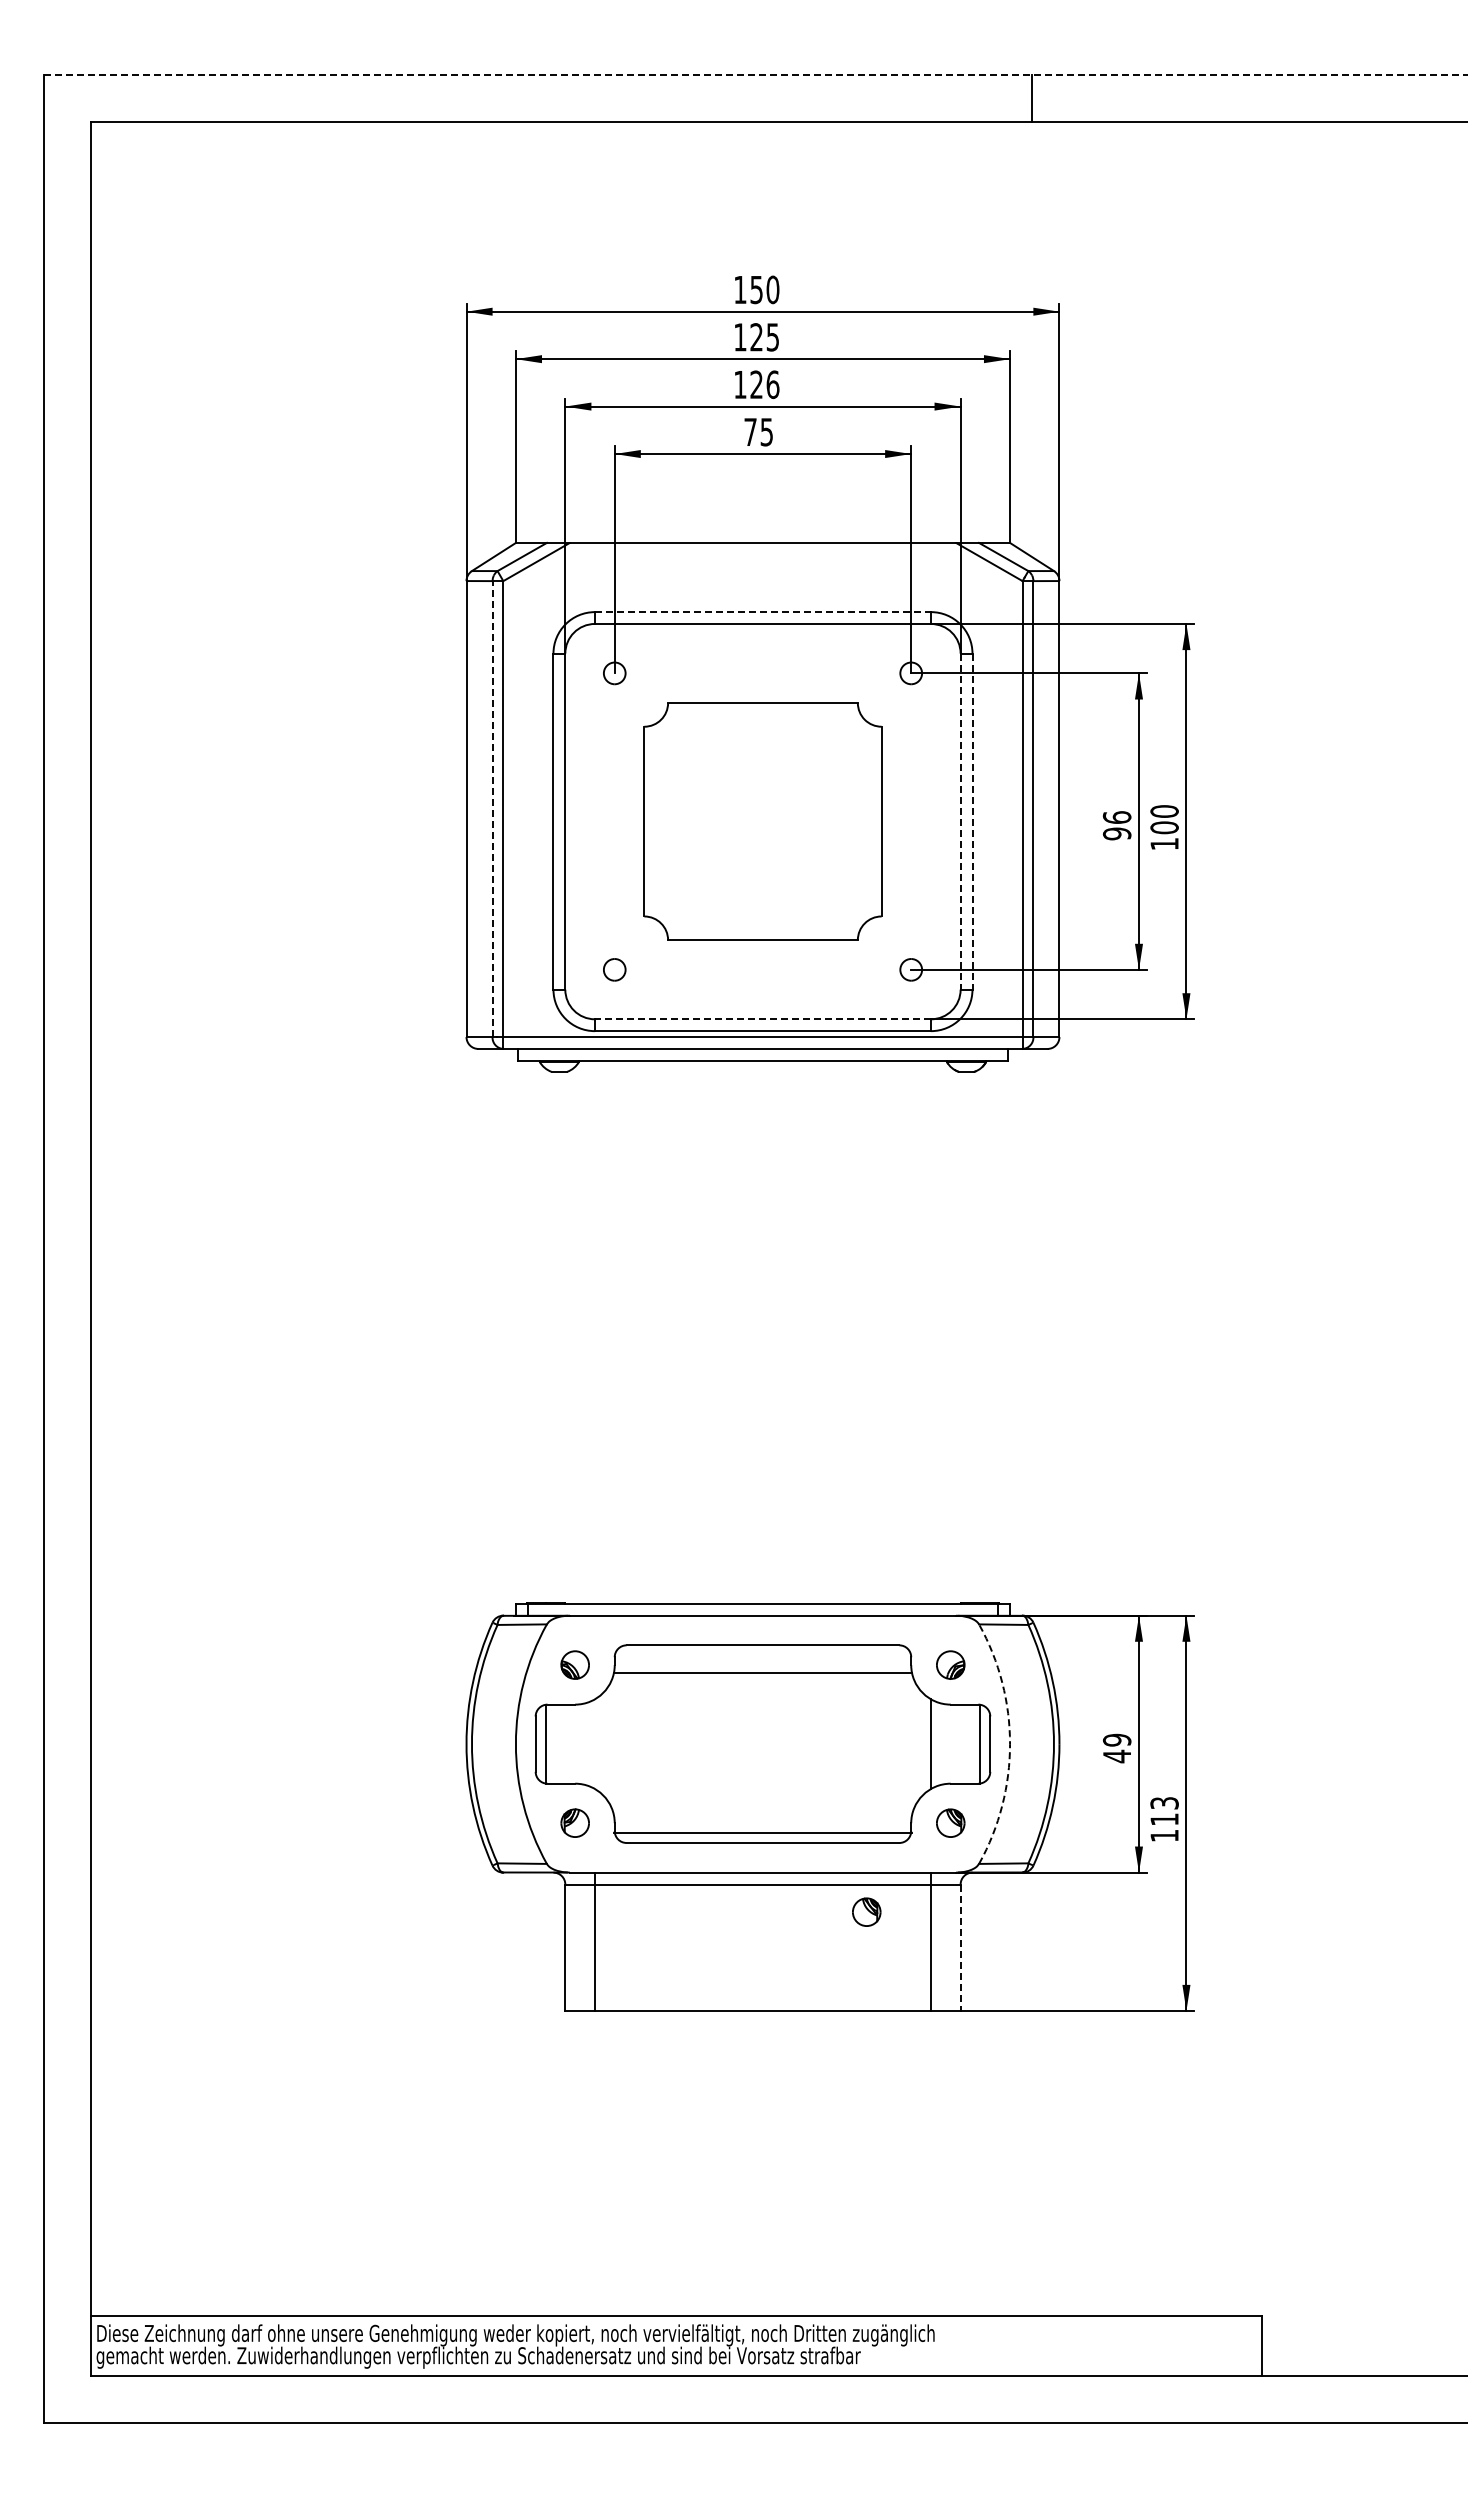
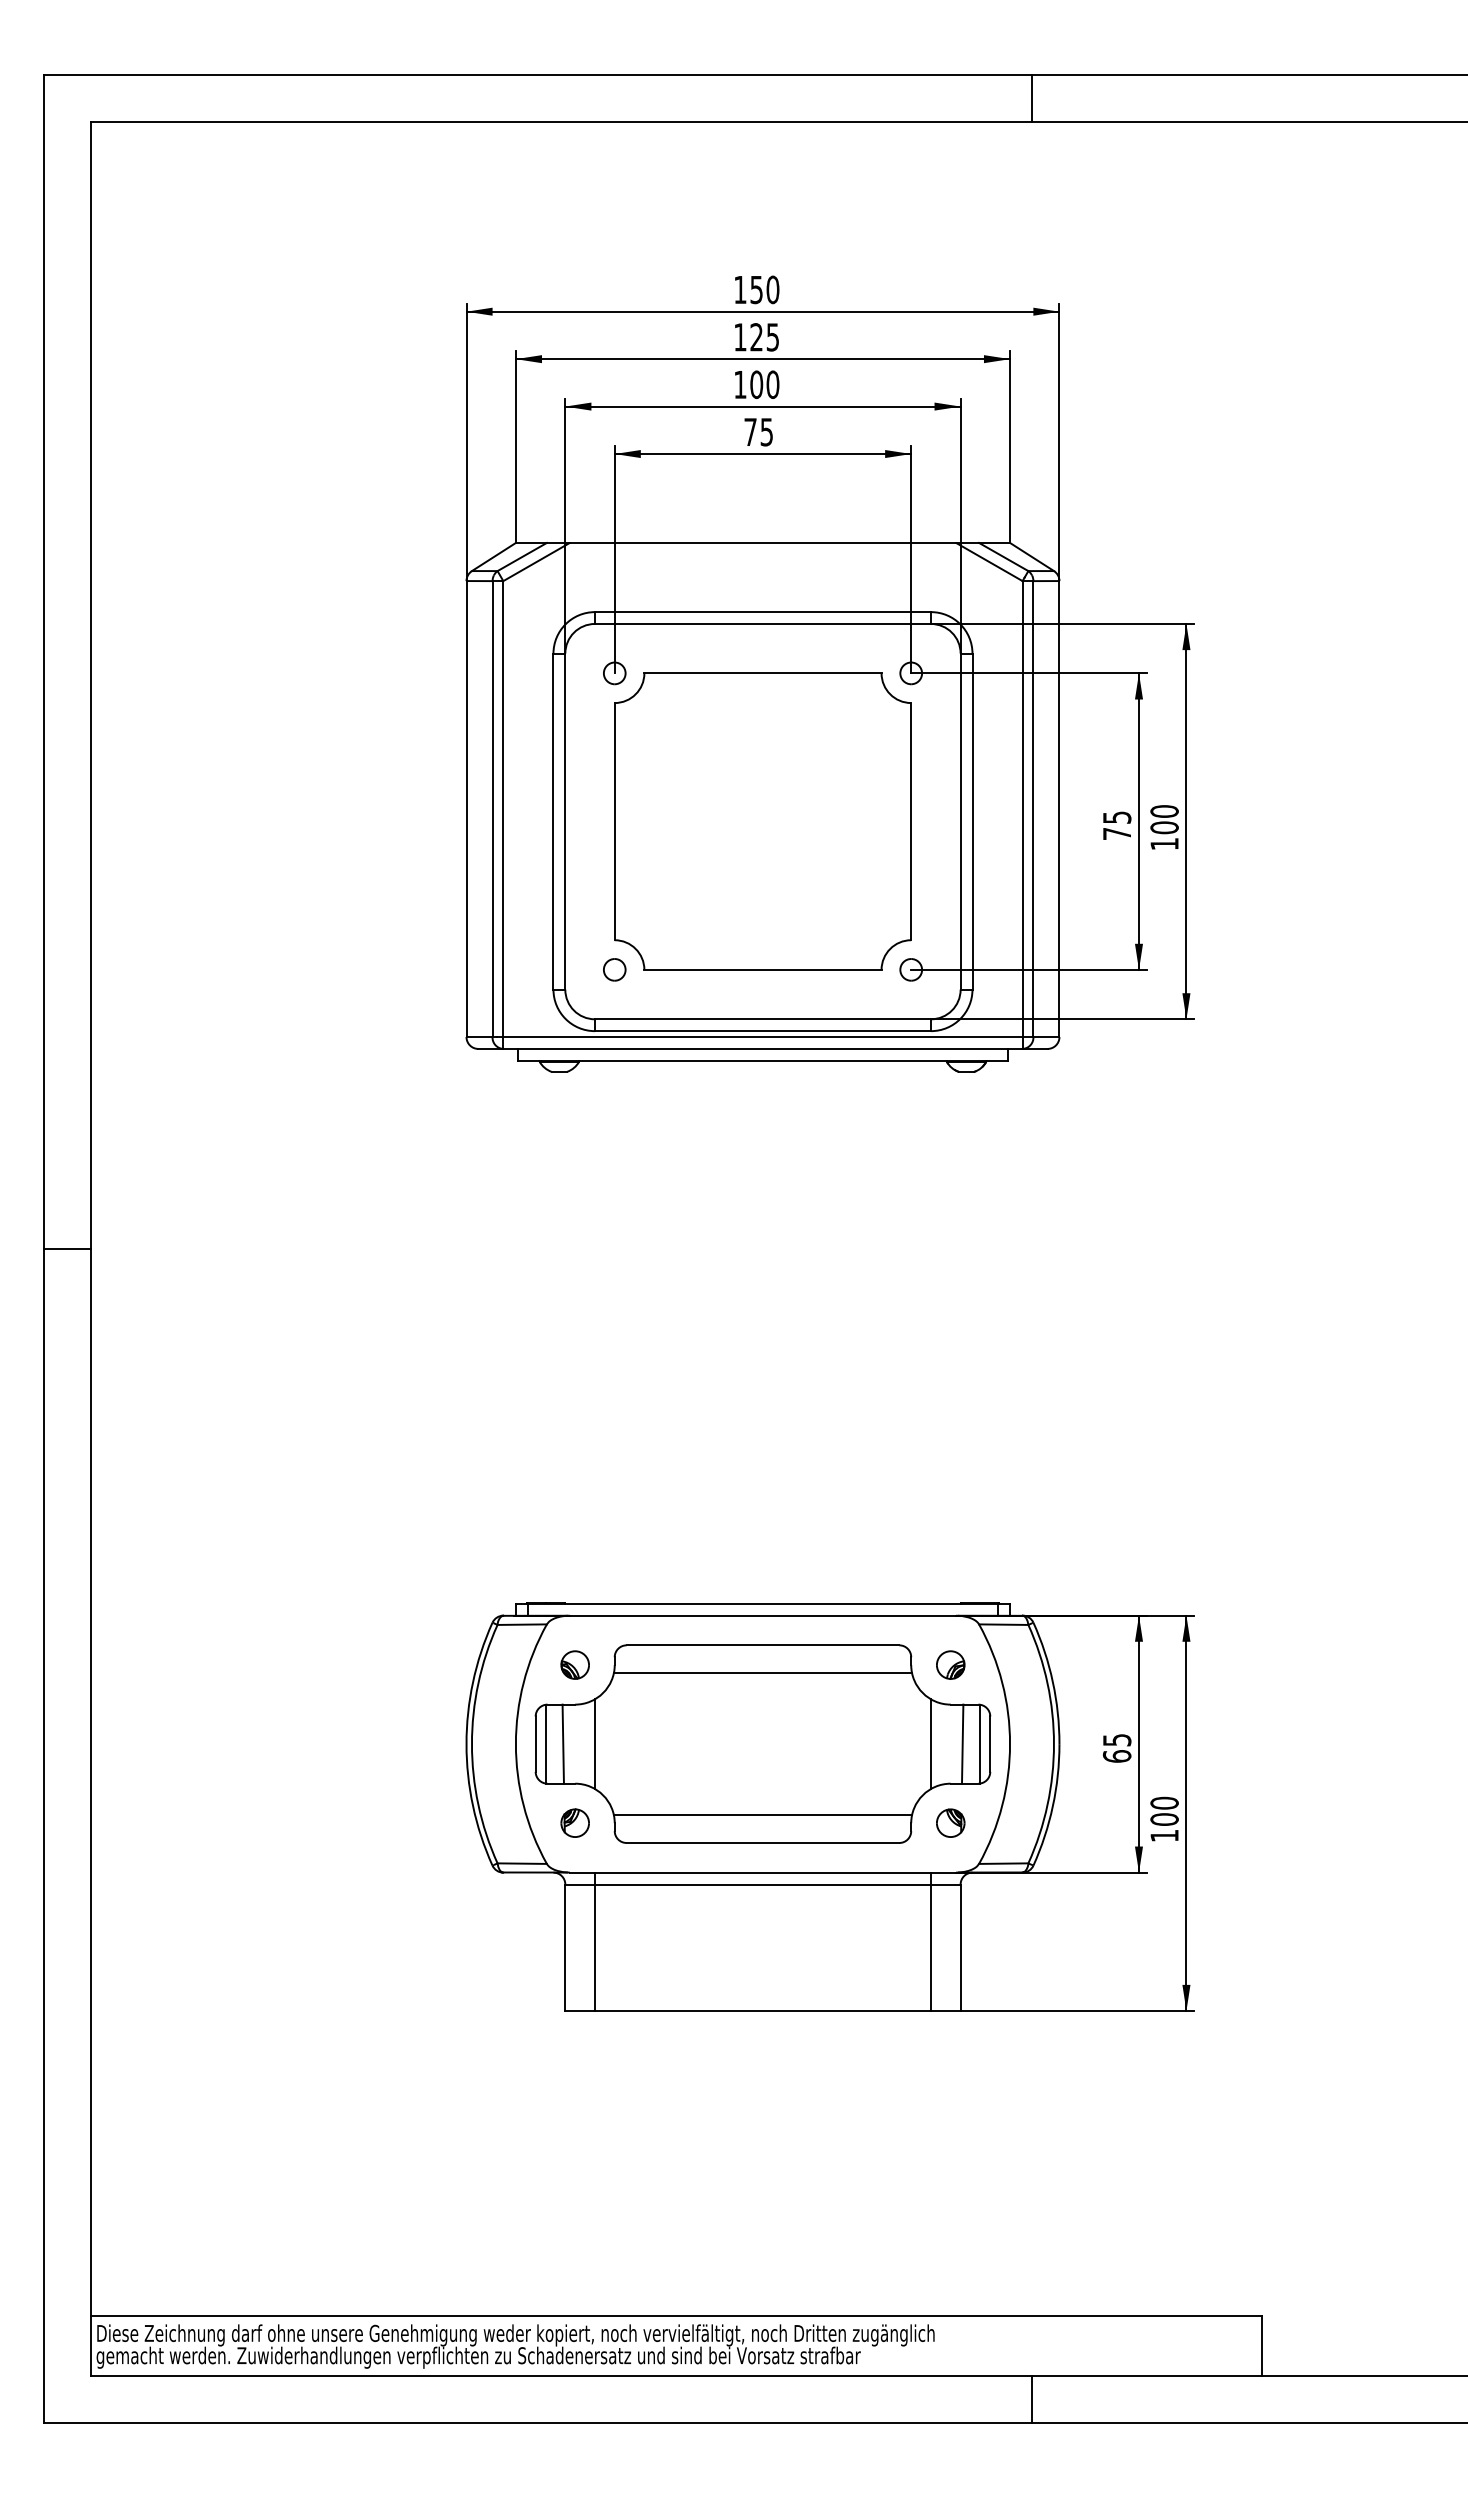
line at (755, 74): dashed -> solid
text at (764, 384): 126 -> 100
line at (763, 612): dashed -> solid
line at (492, 809): dashed -> solid
part at (762, 821) size: 240x239 px -> 298x299 px
line at (960, 822): dashed -> solid
line at (972, 822): dashed -> solid
text at (1116, 825): 96 -> 75
line at (762, 1019): dashed -> solid
line at (67, 1249): none -> present
line at (562, 1743): none -> present
line at (594, 1743): none -> present
line at (962, 1743): none -> present
arc at (1010, 1744): dashed -> solid
text at (1116, 1748): 49 -> 65
text at (1164, 1810): 113 -> 100
line at (762, 1833) position: (762, 1833) -> (762, 1815)
part at (866, 1911): present -> none
line at (960, 1948): dashed -> solid
line at (1032, 2399): none -> present
